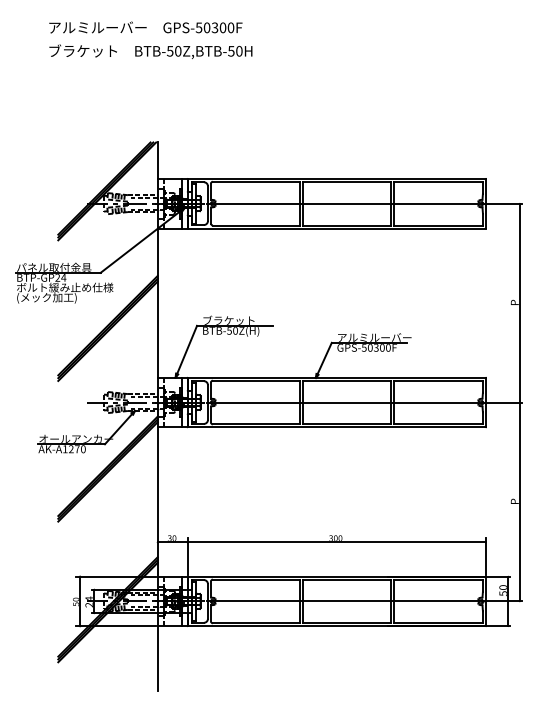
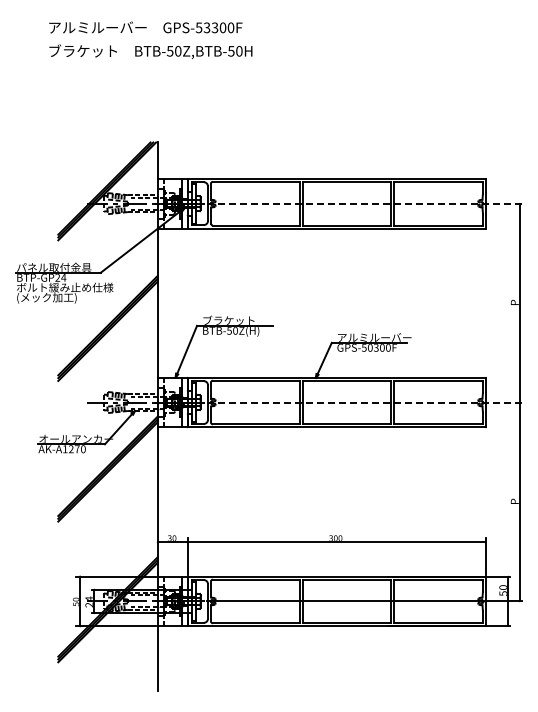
text at (206, 27): GPS-50300F -> GPS-53300F
line at (364, 203): solid -> dashed
line at (364, 402): solid -> dashed
